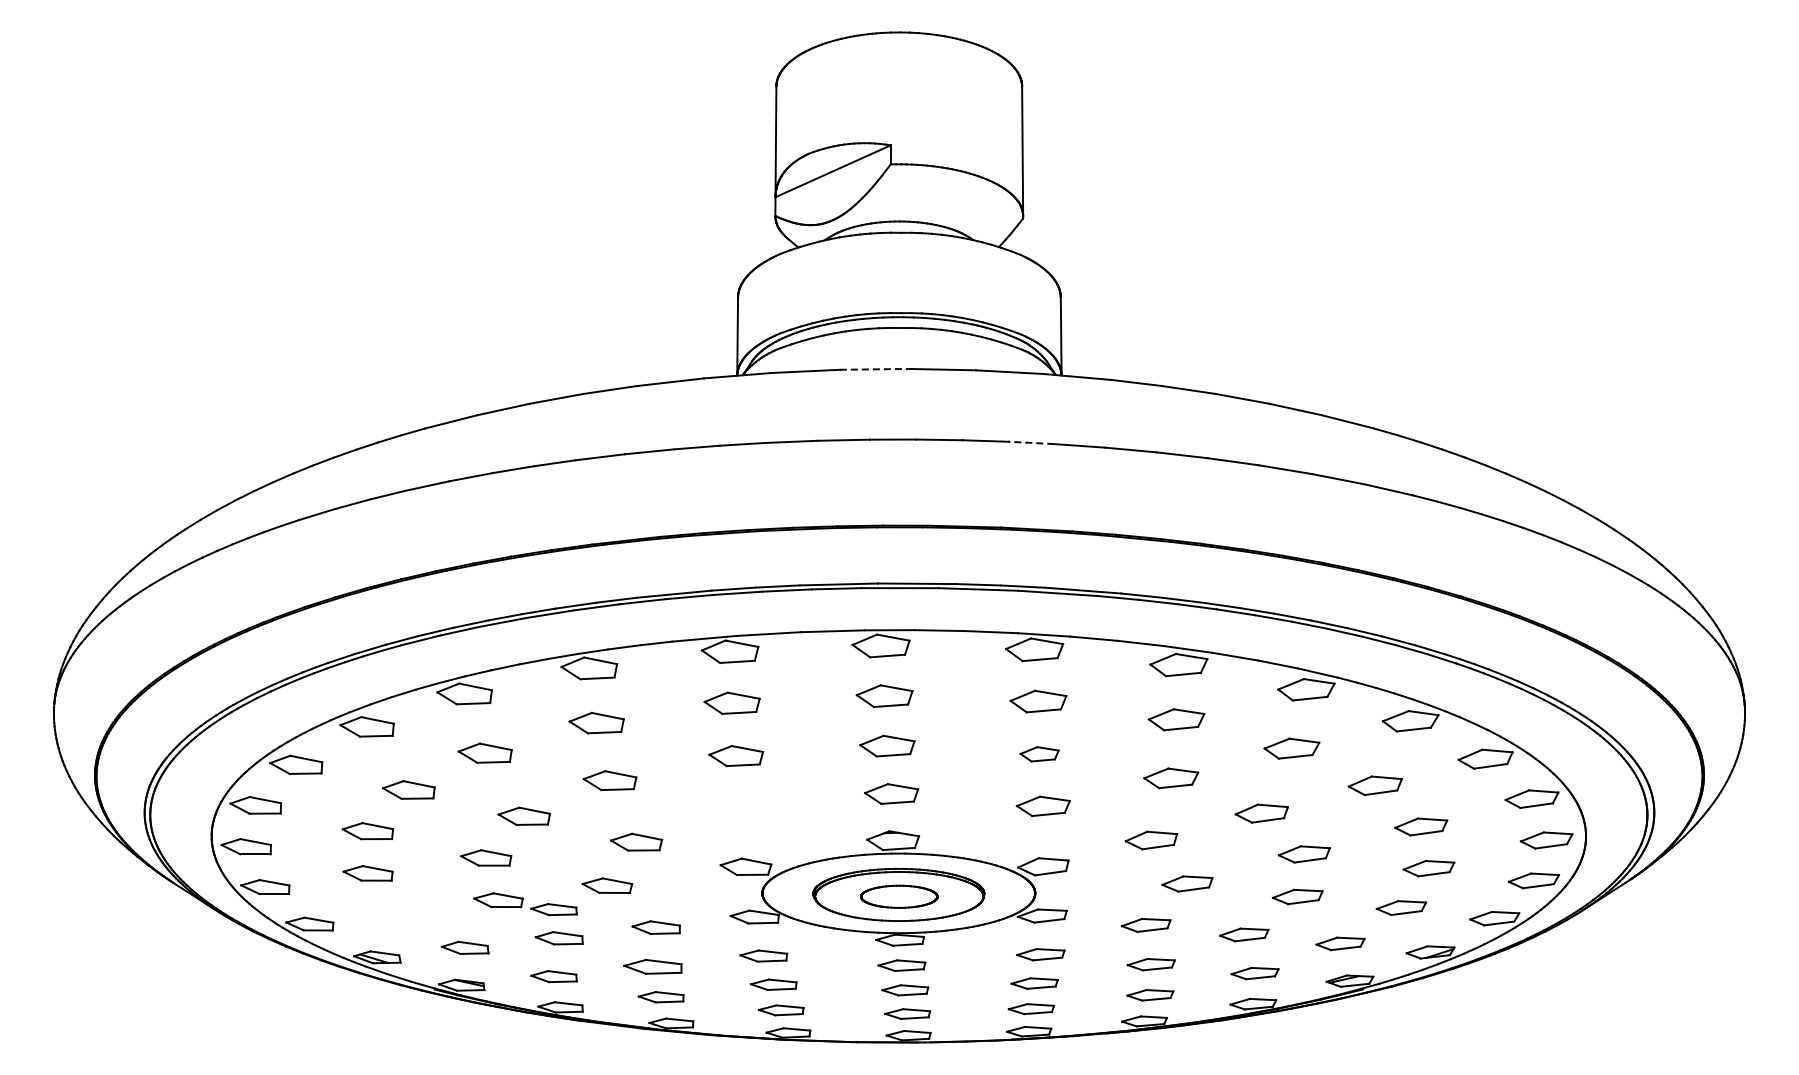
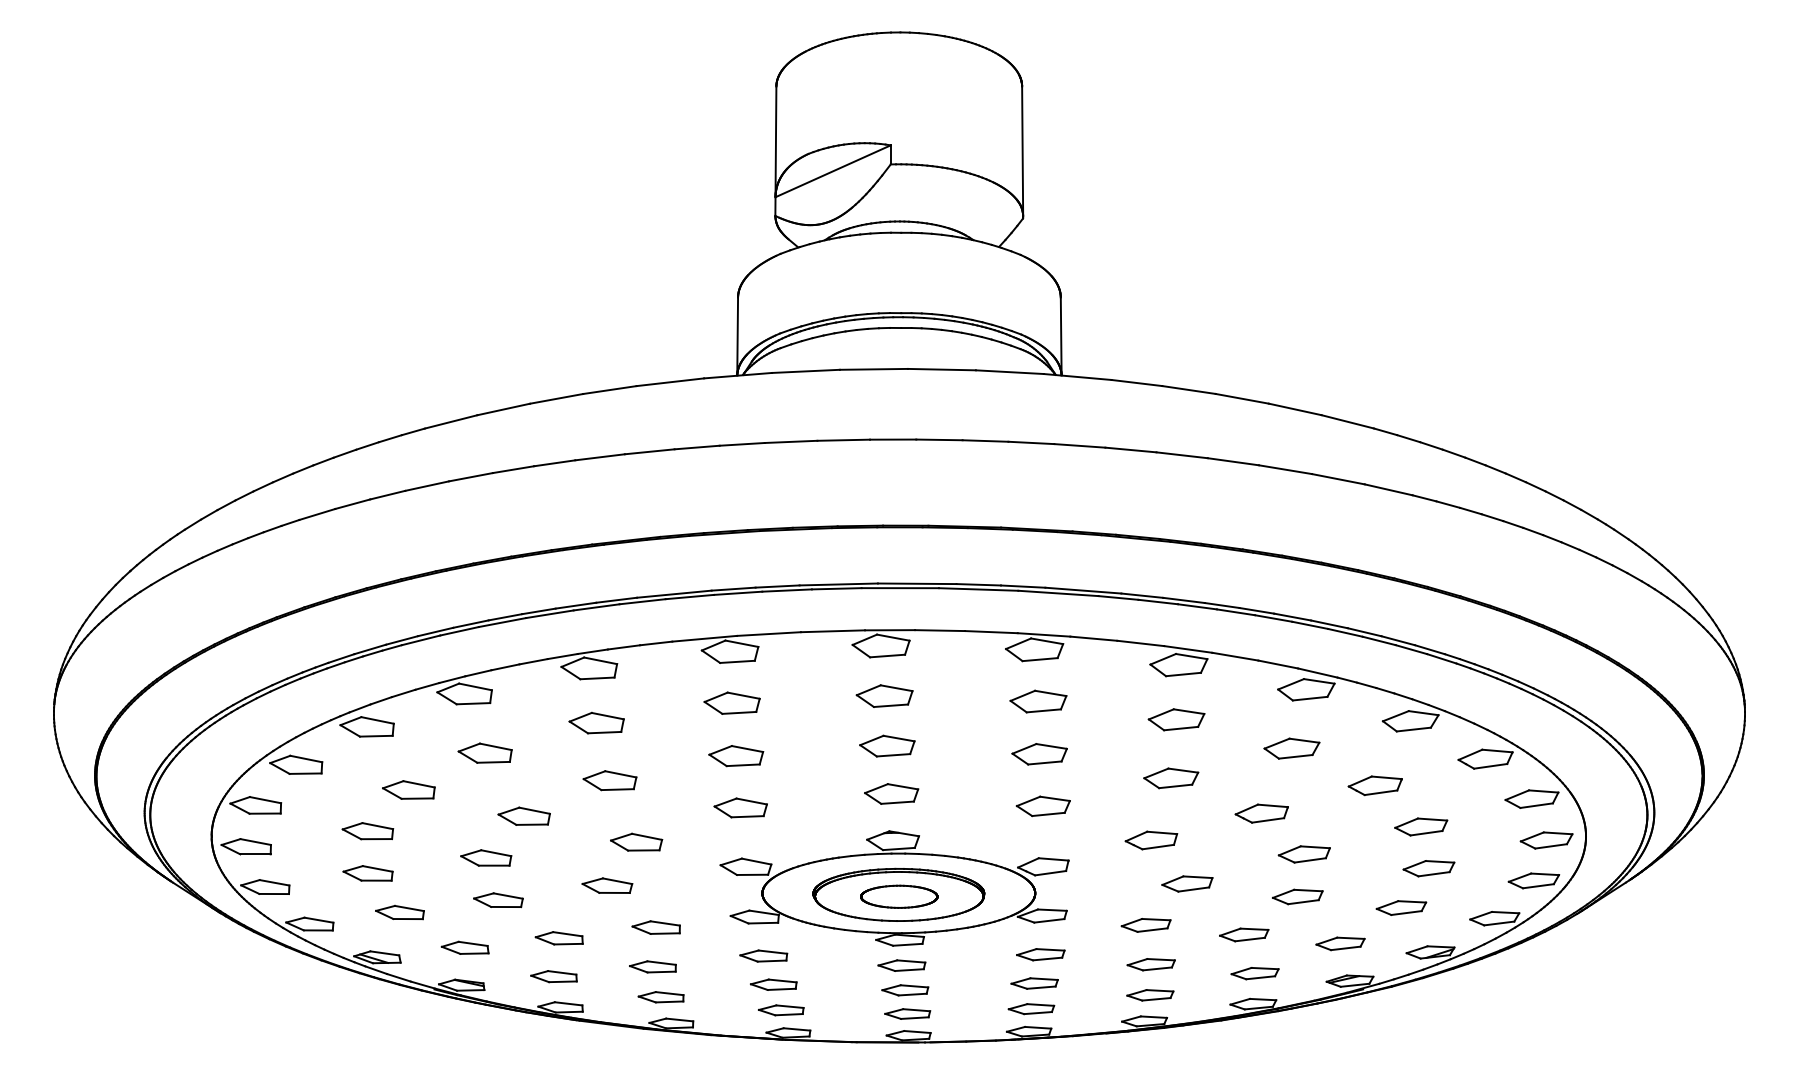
line at (874, 369): dashed -> solid
line at (1031, 442): dashed -> solid
part at (1039, 754) size: 41x17 px -> 57x23 px
part at (740, 807): none -> present
part at (553, 909): present -> none
part at (399, 912): none -> present
part at (652, 966) size: 60x17 px -> 48x14 px
